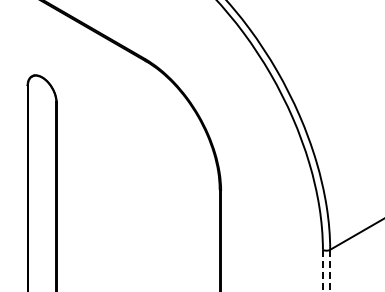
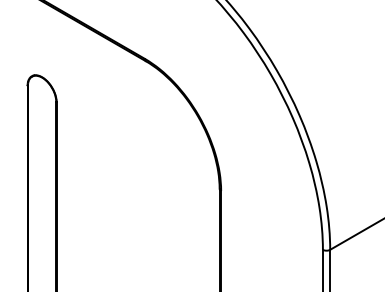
line at (322, 270): dashed -> solid
line at (330, 270): dashed -> solid
